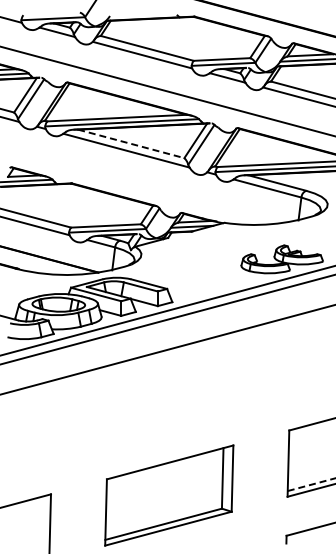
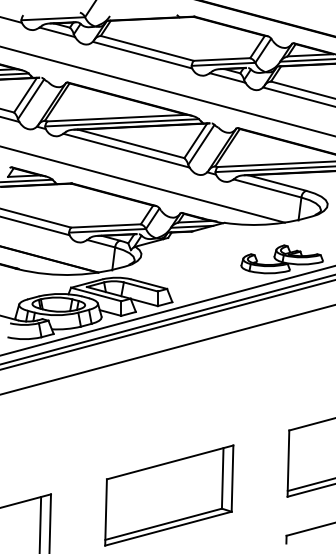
line at (131, 143): dashed -> solid
line at (143, 184): none -> present
line at (167, 324): none -> present
line at (311, 484): dashed -> solid
line at (40, 523): none -> present
